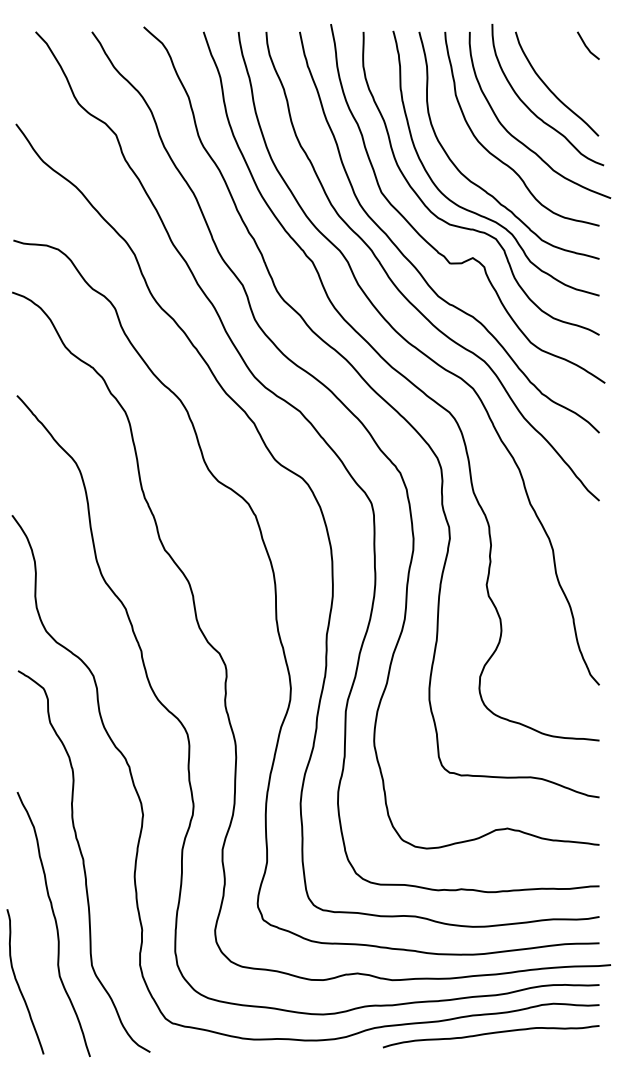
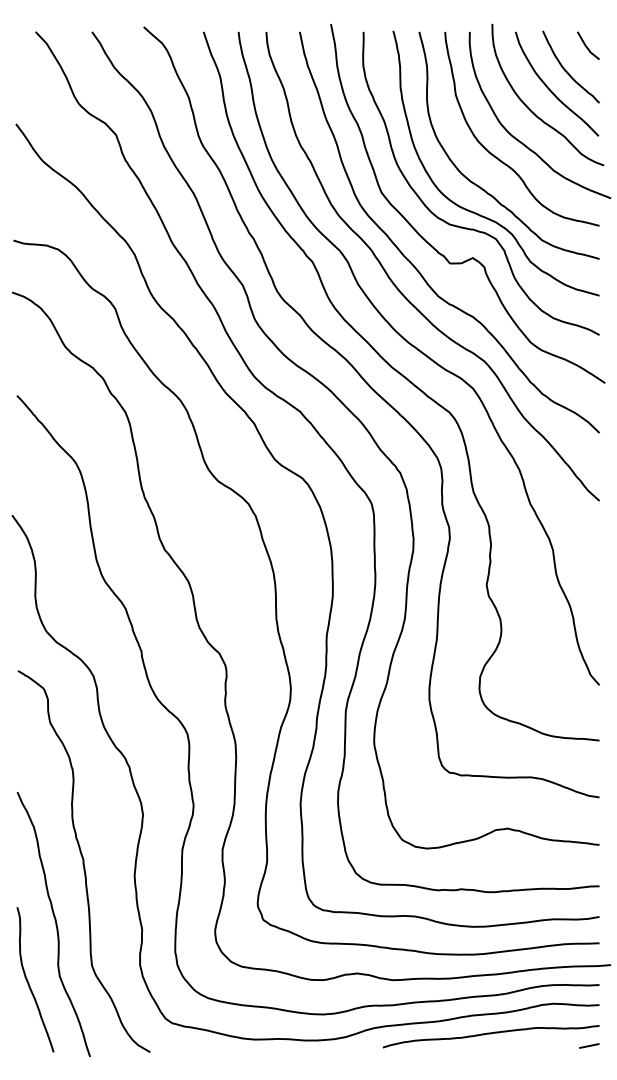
curve at (566, 70): none -> present
curve at (18, 982) position: (18, 982) -> (28, 980)
line at (589, 1045): none -> present
